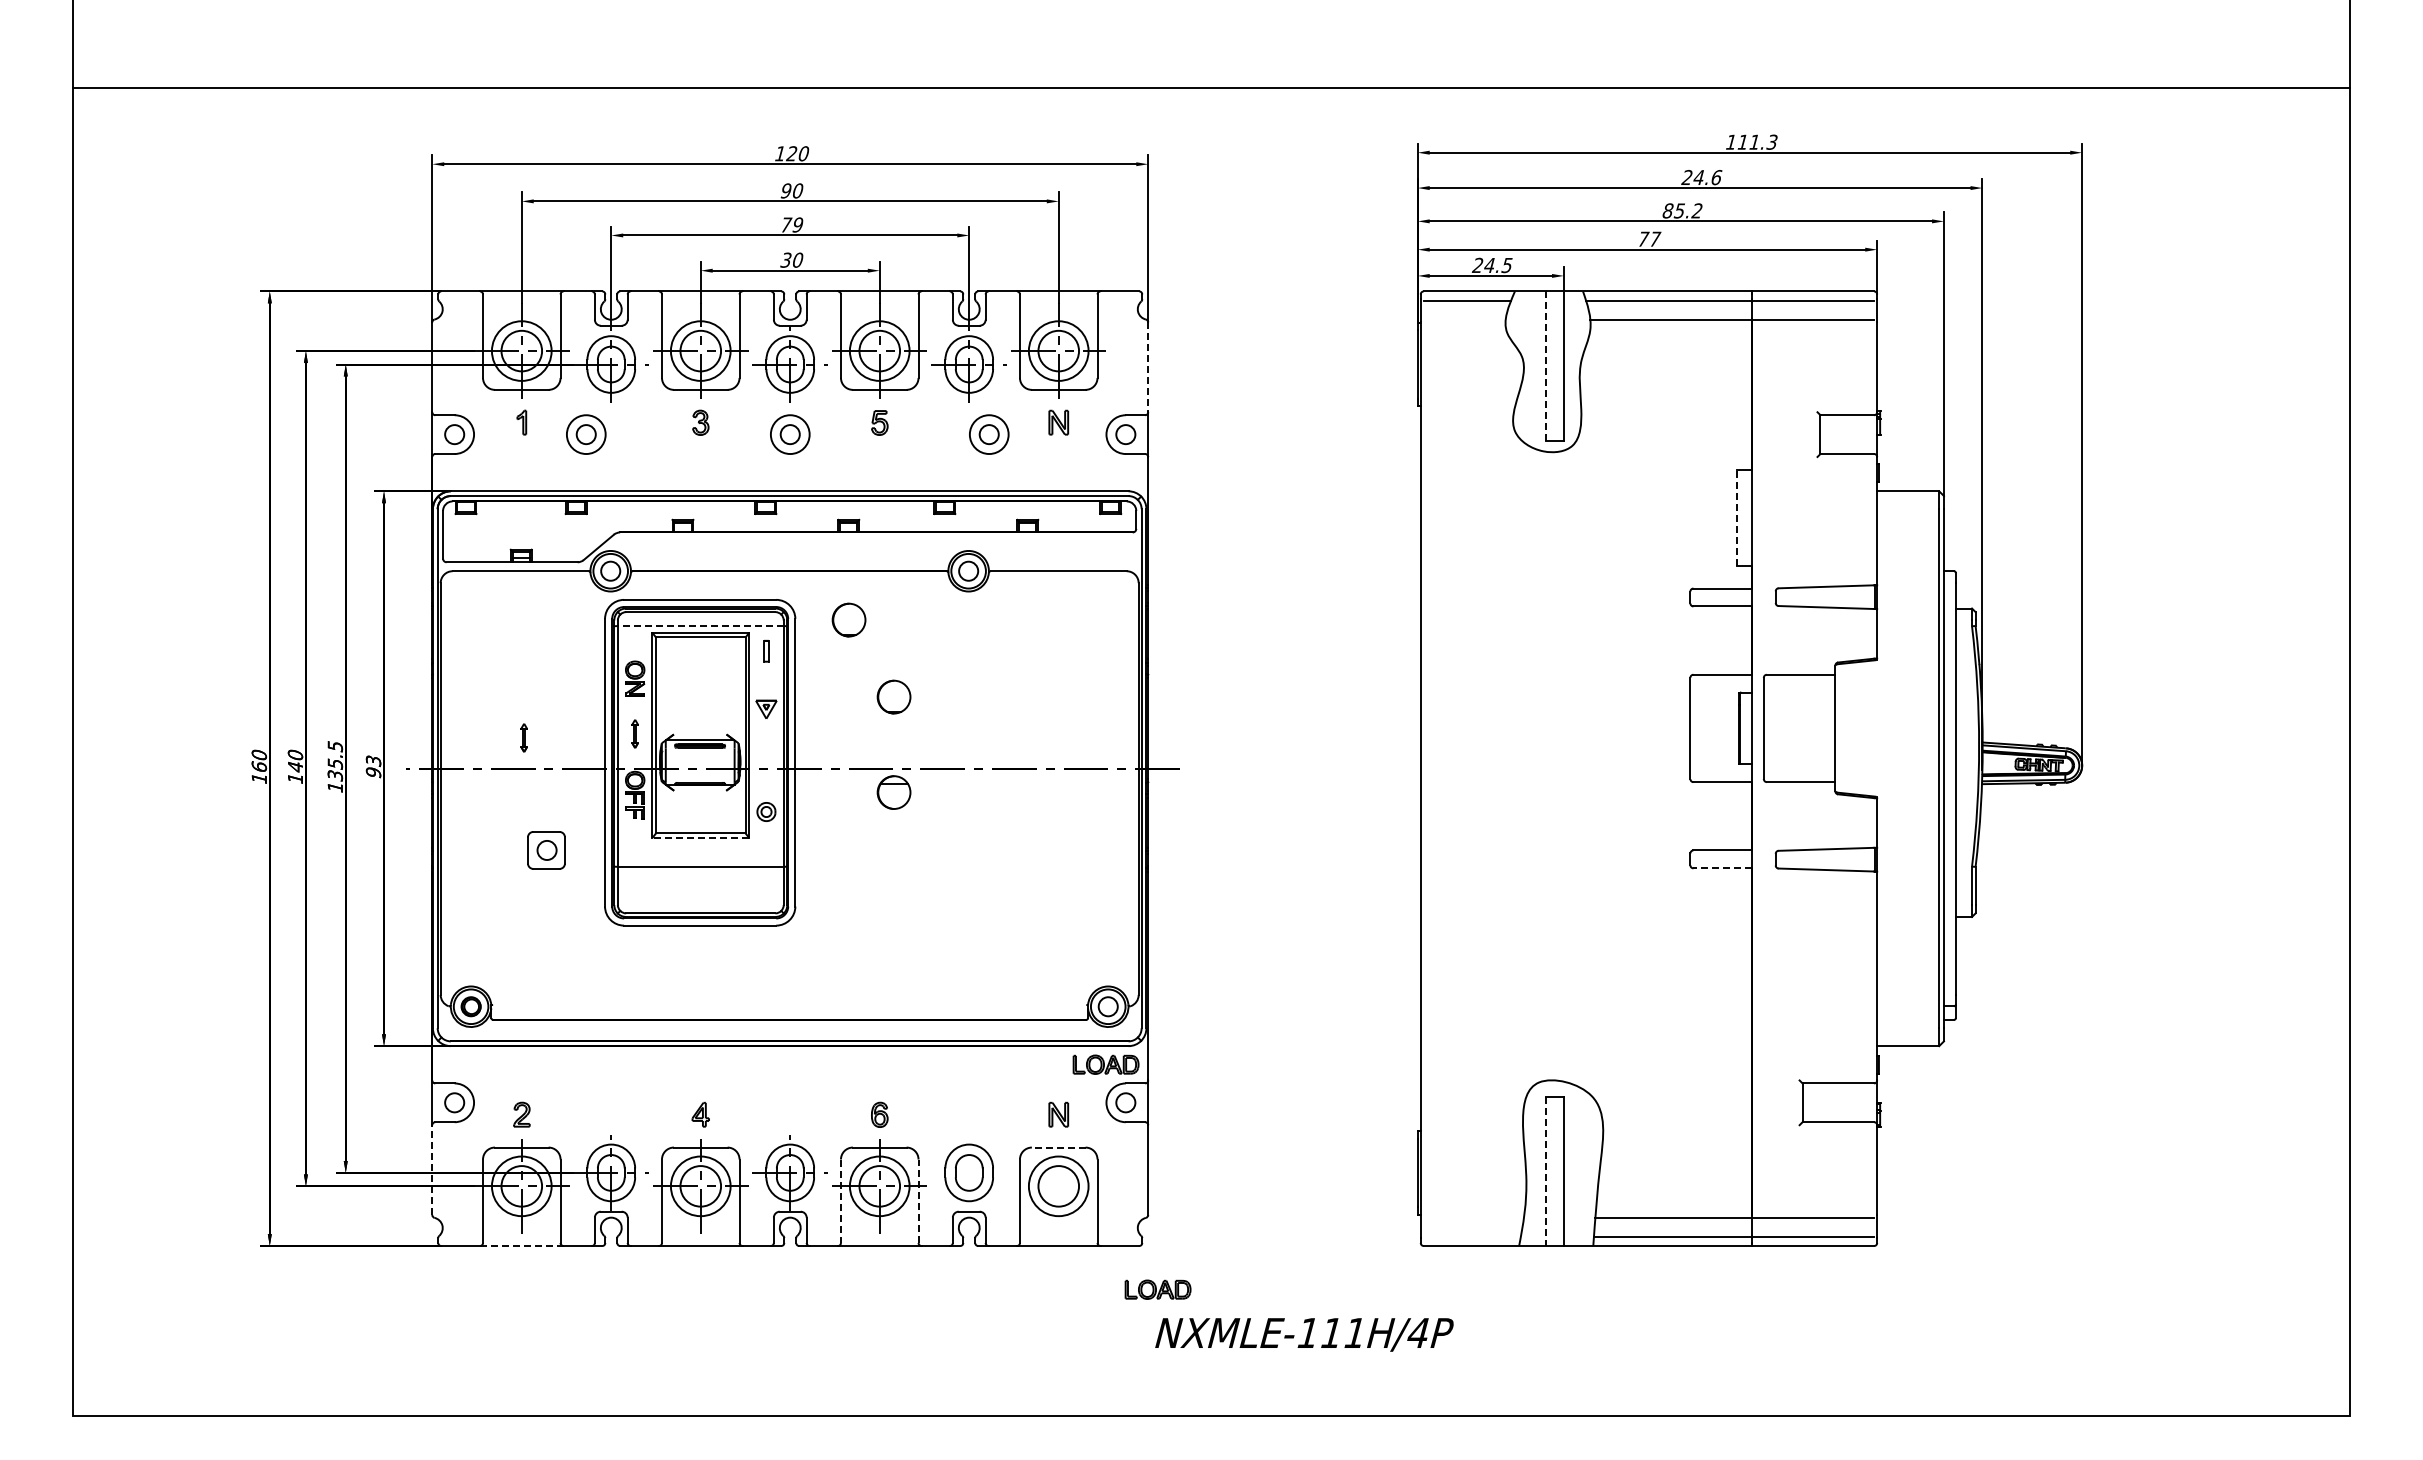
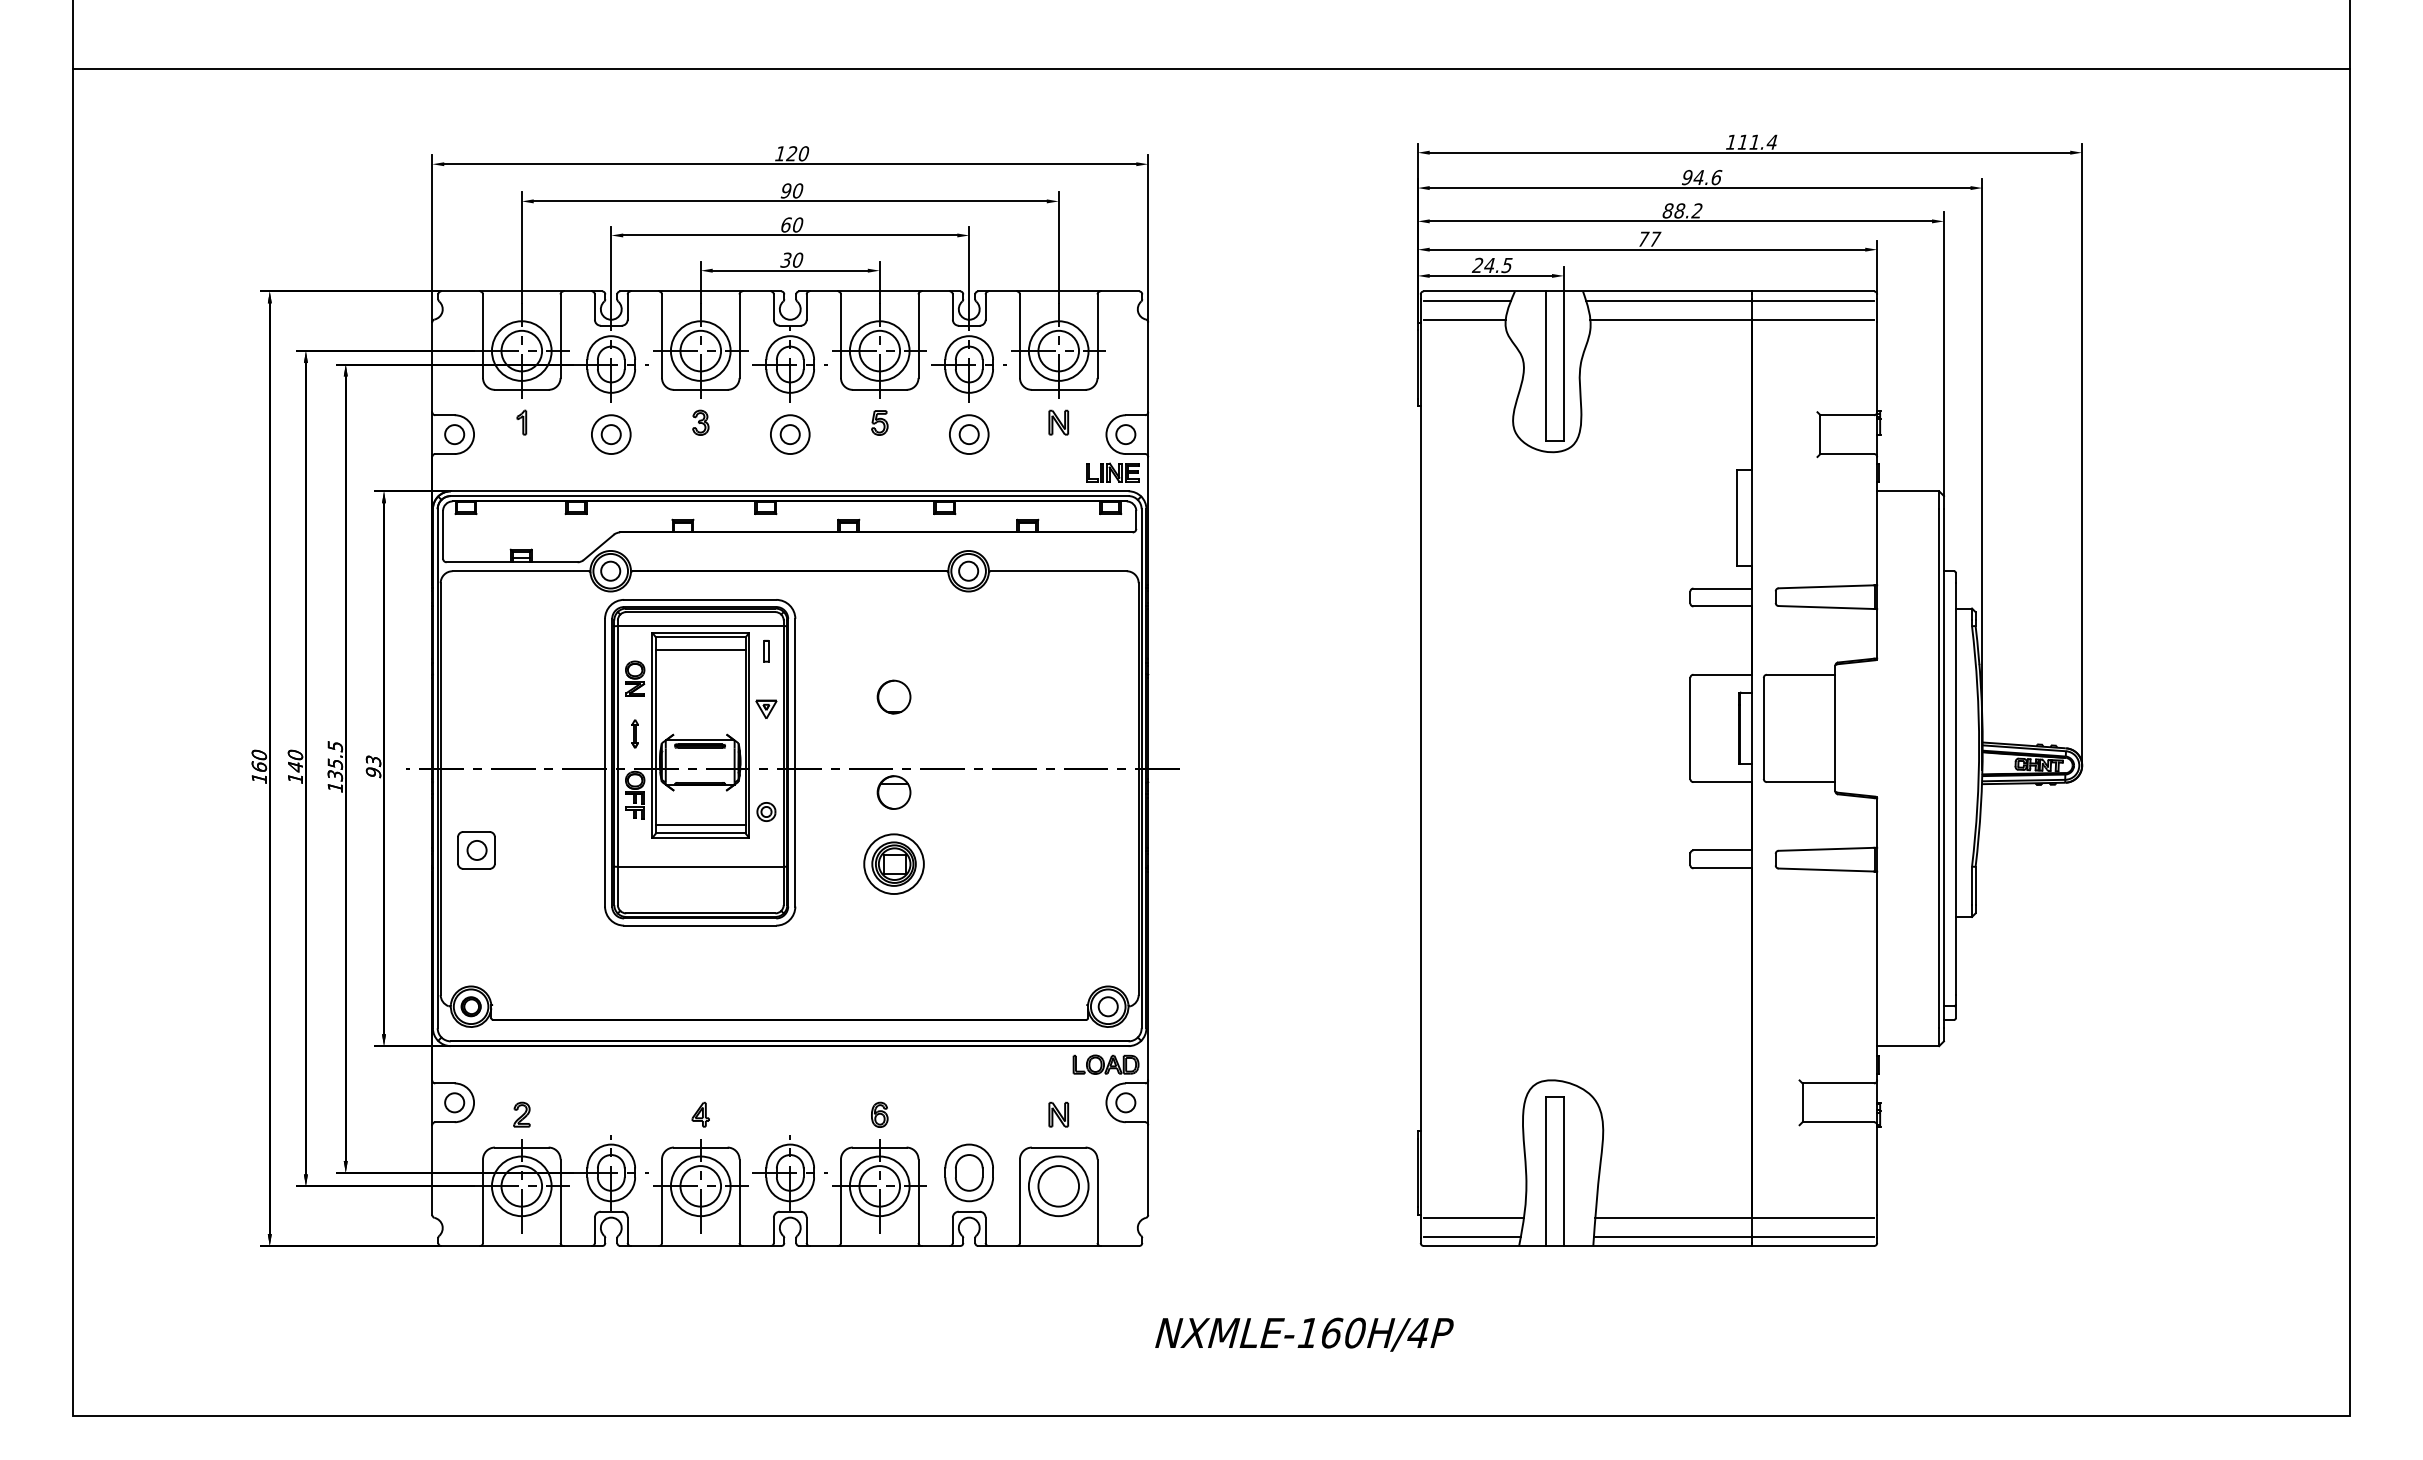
line at (1211, 87) position: (1211, 87) -> (1211, 68)
text at (1771, 141): 111.3 -> 111.4
text at (1686, 177): 24.6 -> 94.6
text at (1679, 210): 85.2 -> 88.2
text at (791, 224): 79 -> 60
line at (1464, 319): none -> present
line at (1546, 366): dashed -> solid
line at (1148, 367): dashed -> solid
part at (586, 434) position: (586, 434) -> (611, 434)
part at (989, 434) position: (989, 434) -> (969, 434)
part at (1112, 472): none -> present
line at (1736, 518): dashed -> solid
part at (848, 619): present -> none
line at (700, 626): dashed -> solid
line at (700, 649): none -> present
part at (523, 737): present -> none
line at (700, 825): none -> present
line at (700, 837): dashed -> solid
part at (546, 850) position: (546, 850) -> (476, 850)
part at (893, 863): none -> present
line at (1722, 868): dashed -> solid
line at (1058, 1147): dashed -> solid
line at (432, 1170): dashed -> solid
line at (1546, 1171): dashed -> solid
line at (840, 1201): dashed -> solid
line at (918, 1201): dashed -> solid
line at (1473, 1217): none -> present
line at (1471, 1236): none -> present
line at (521, 1246): dashed -> solid
part at (1157, 1289): present -> none
text at (1343, 1332): NXMLE-111H/4P -> NXMLE-160H/4P
